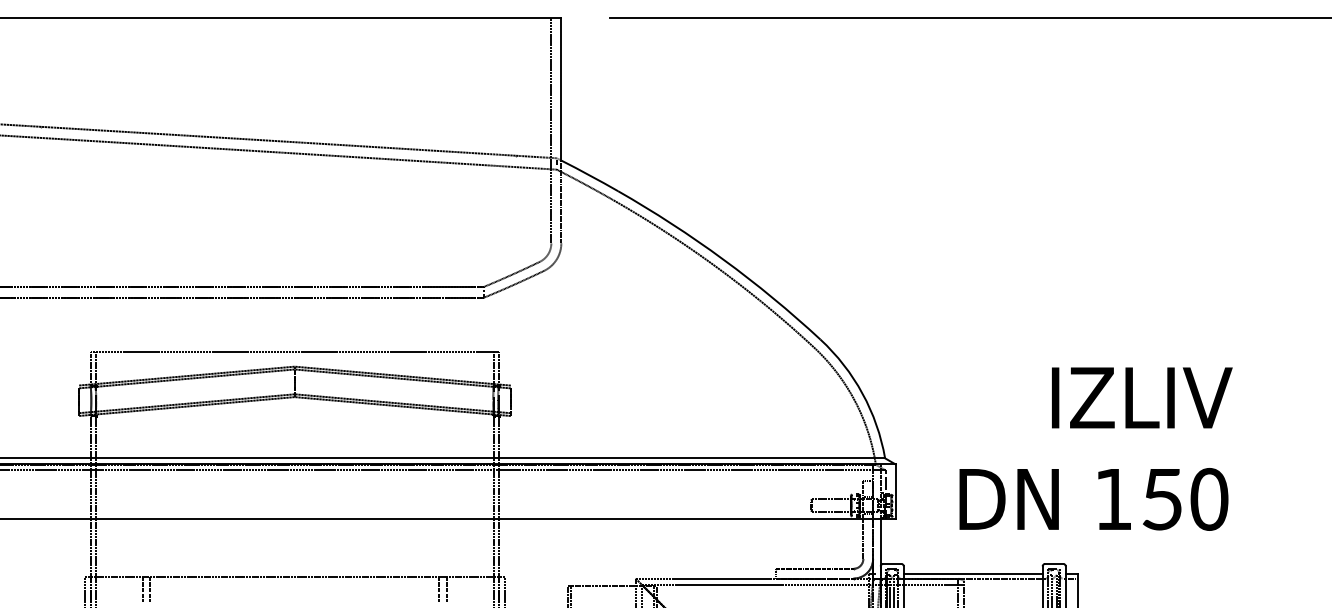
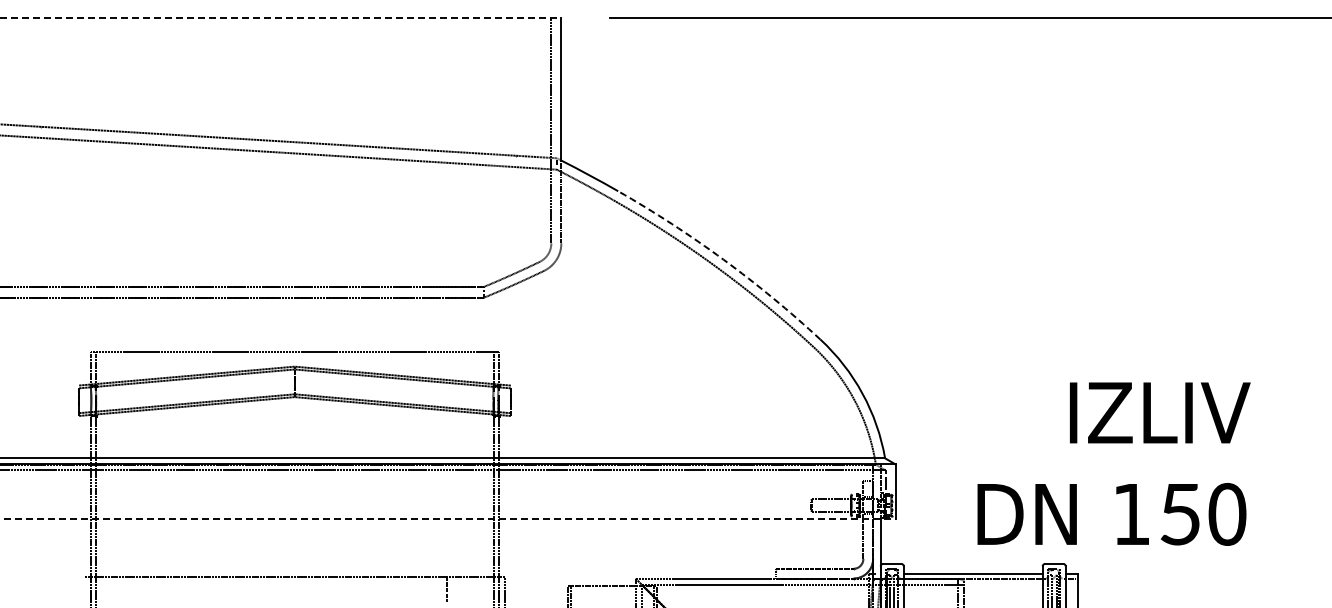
line at (281, 18): solid -> dashed
arc at (723, 259): solid -> dashed
text at (1095, 448) position: (1095, 448) -> (1113, 463)
line at (447, 519): solid -> dashed
line at (142, 589): present -> none
line at (150, 589): present -> none
line at (439, 589): present -> none
line at (84, 590): present -> none
